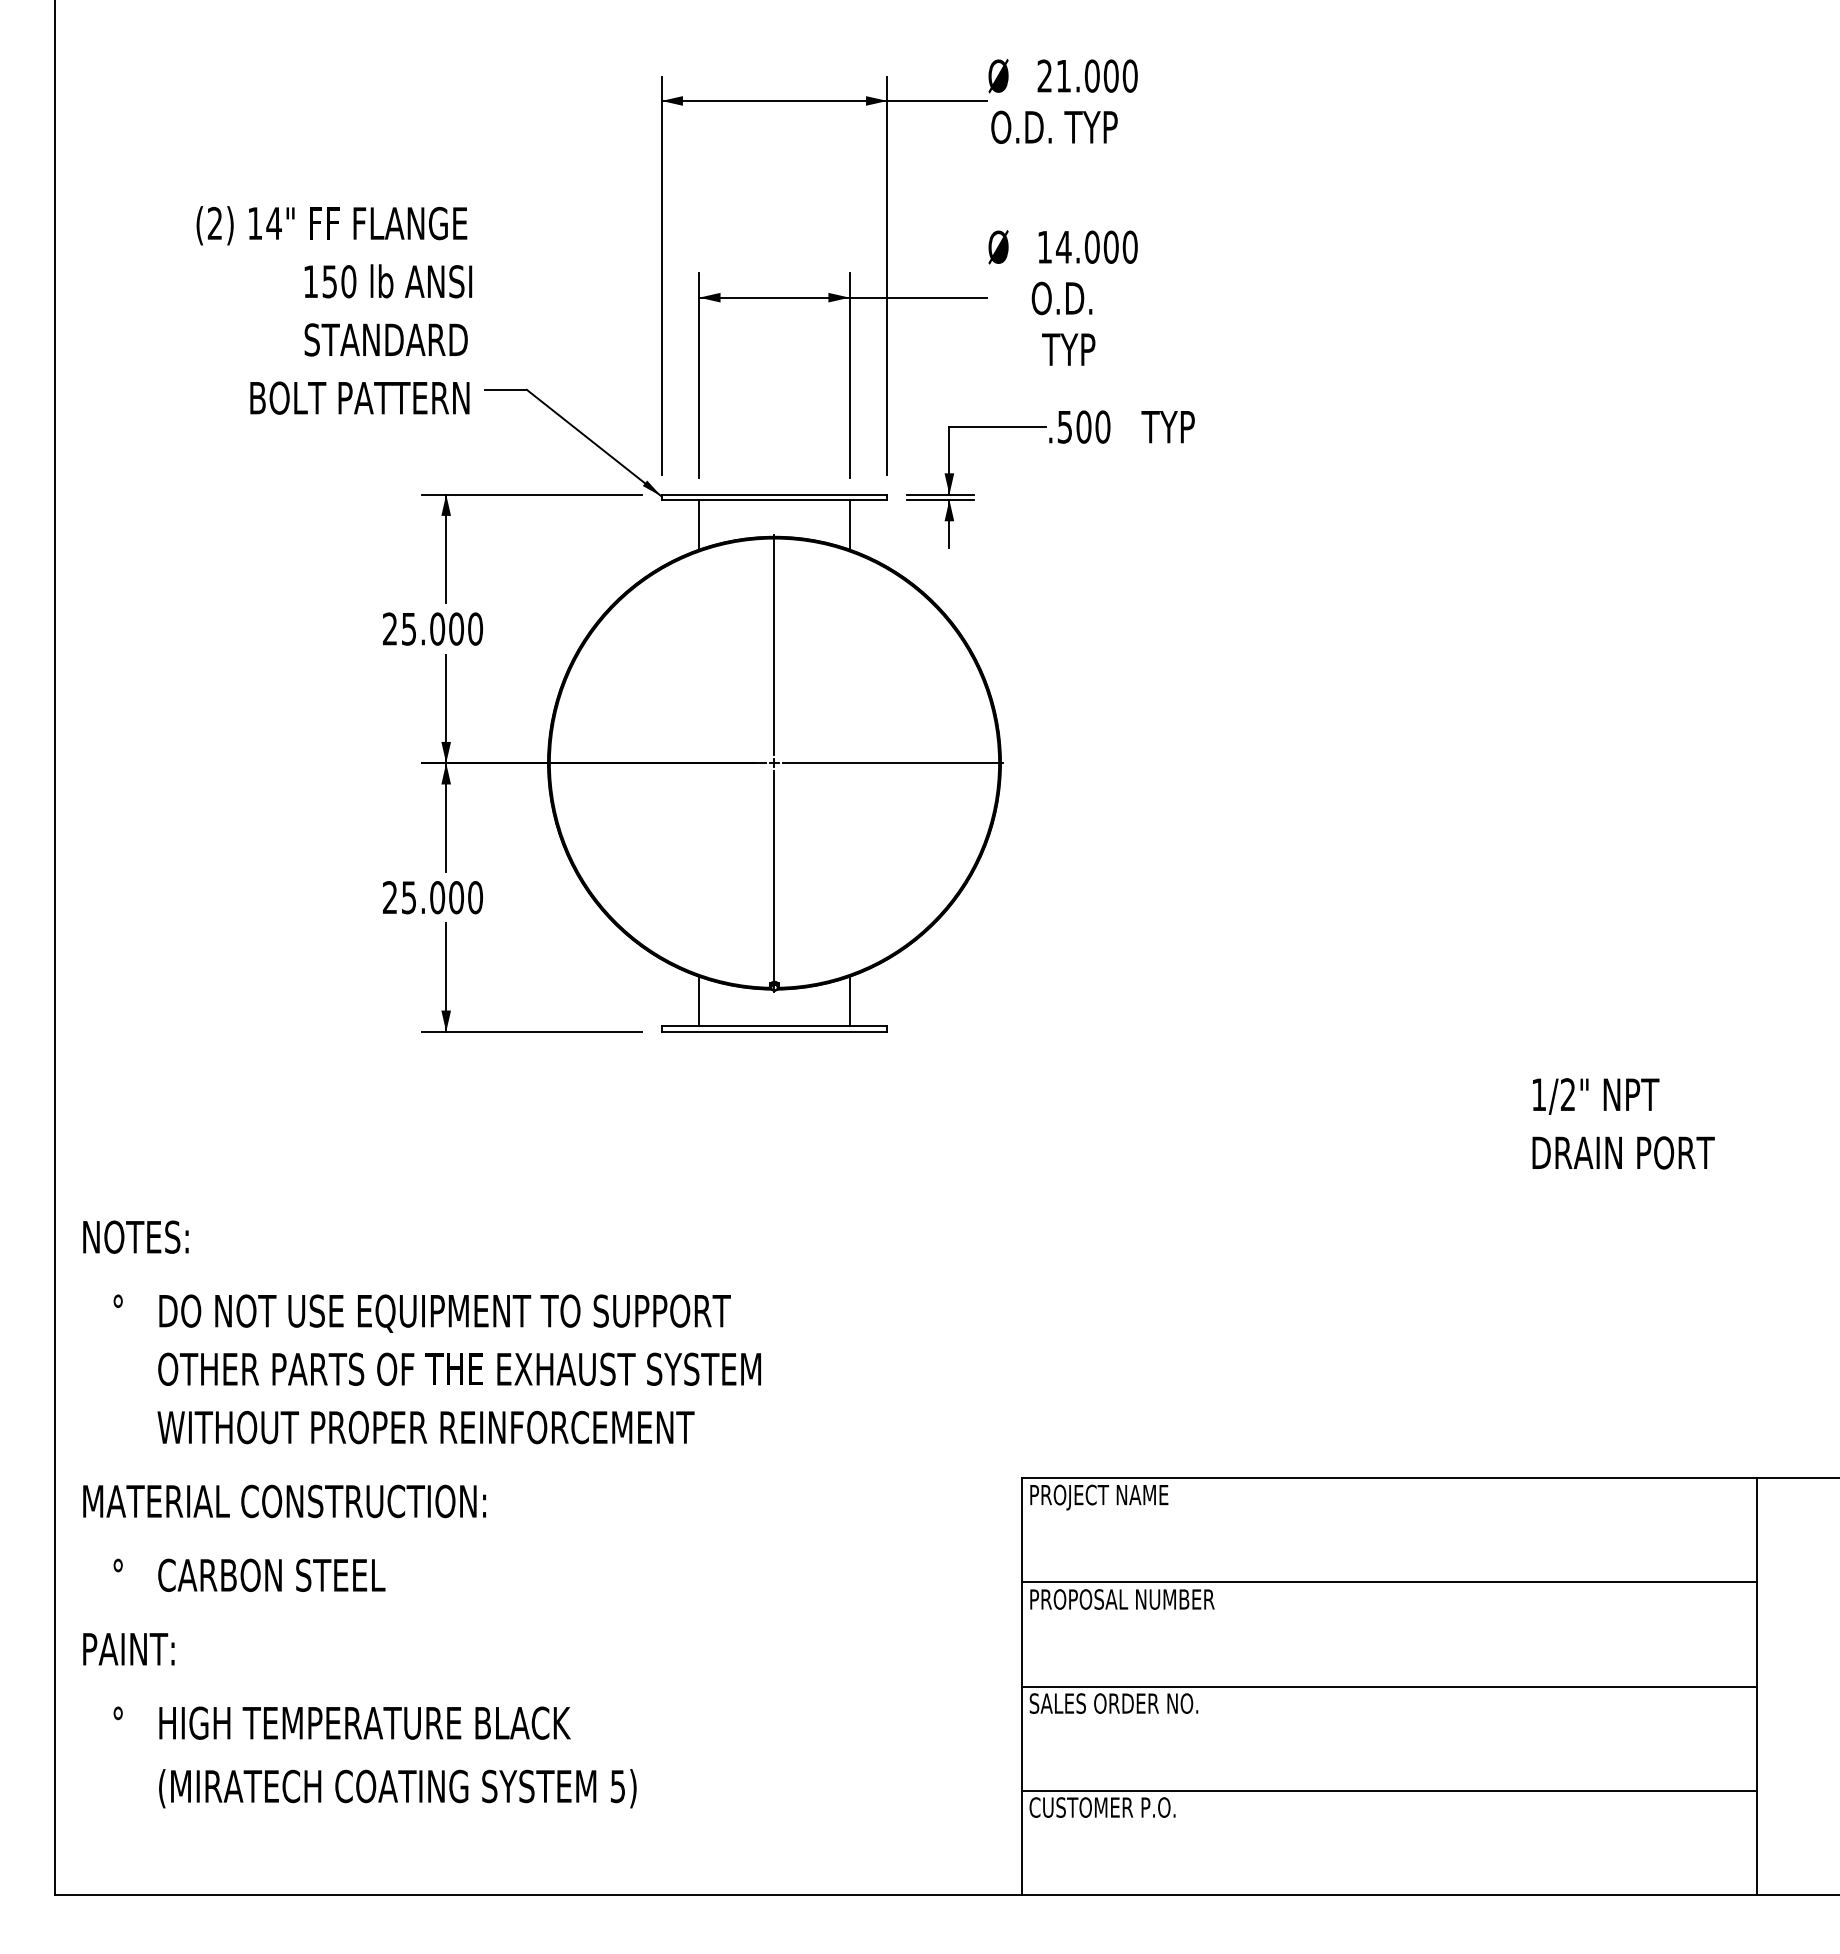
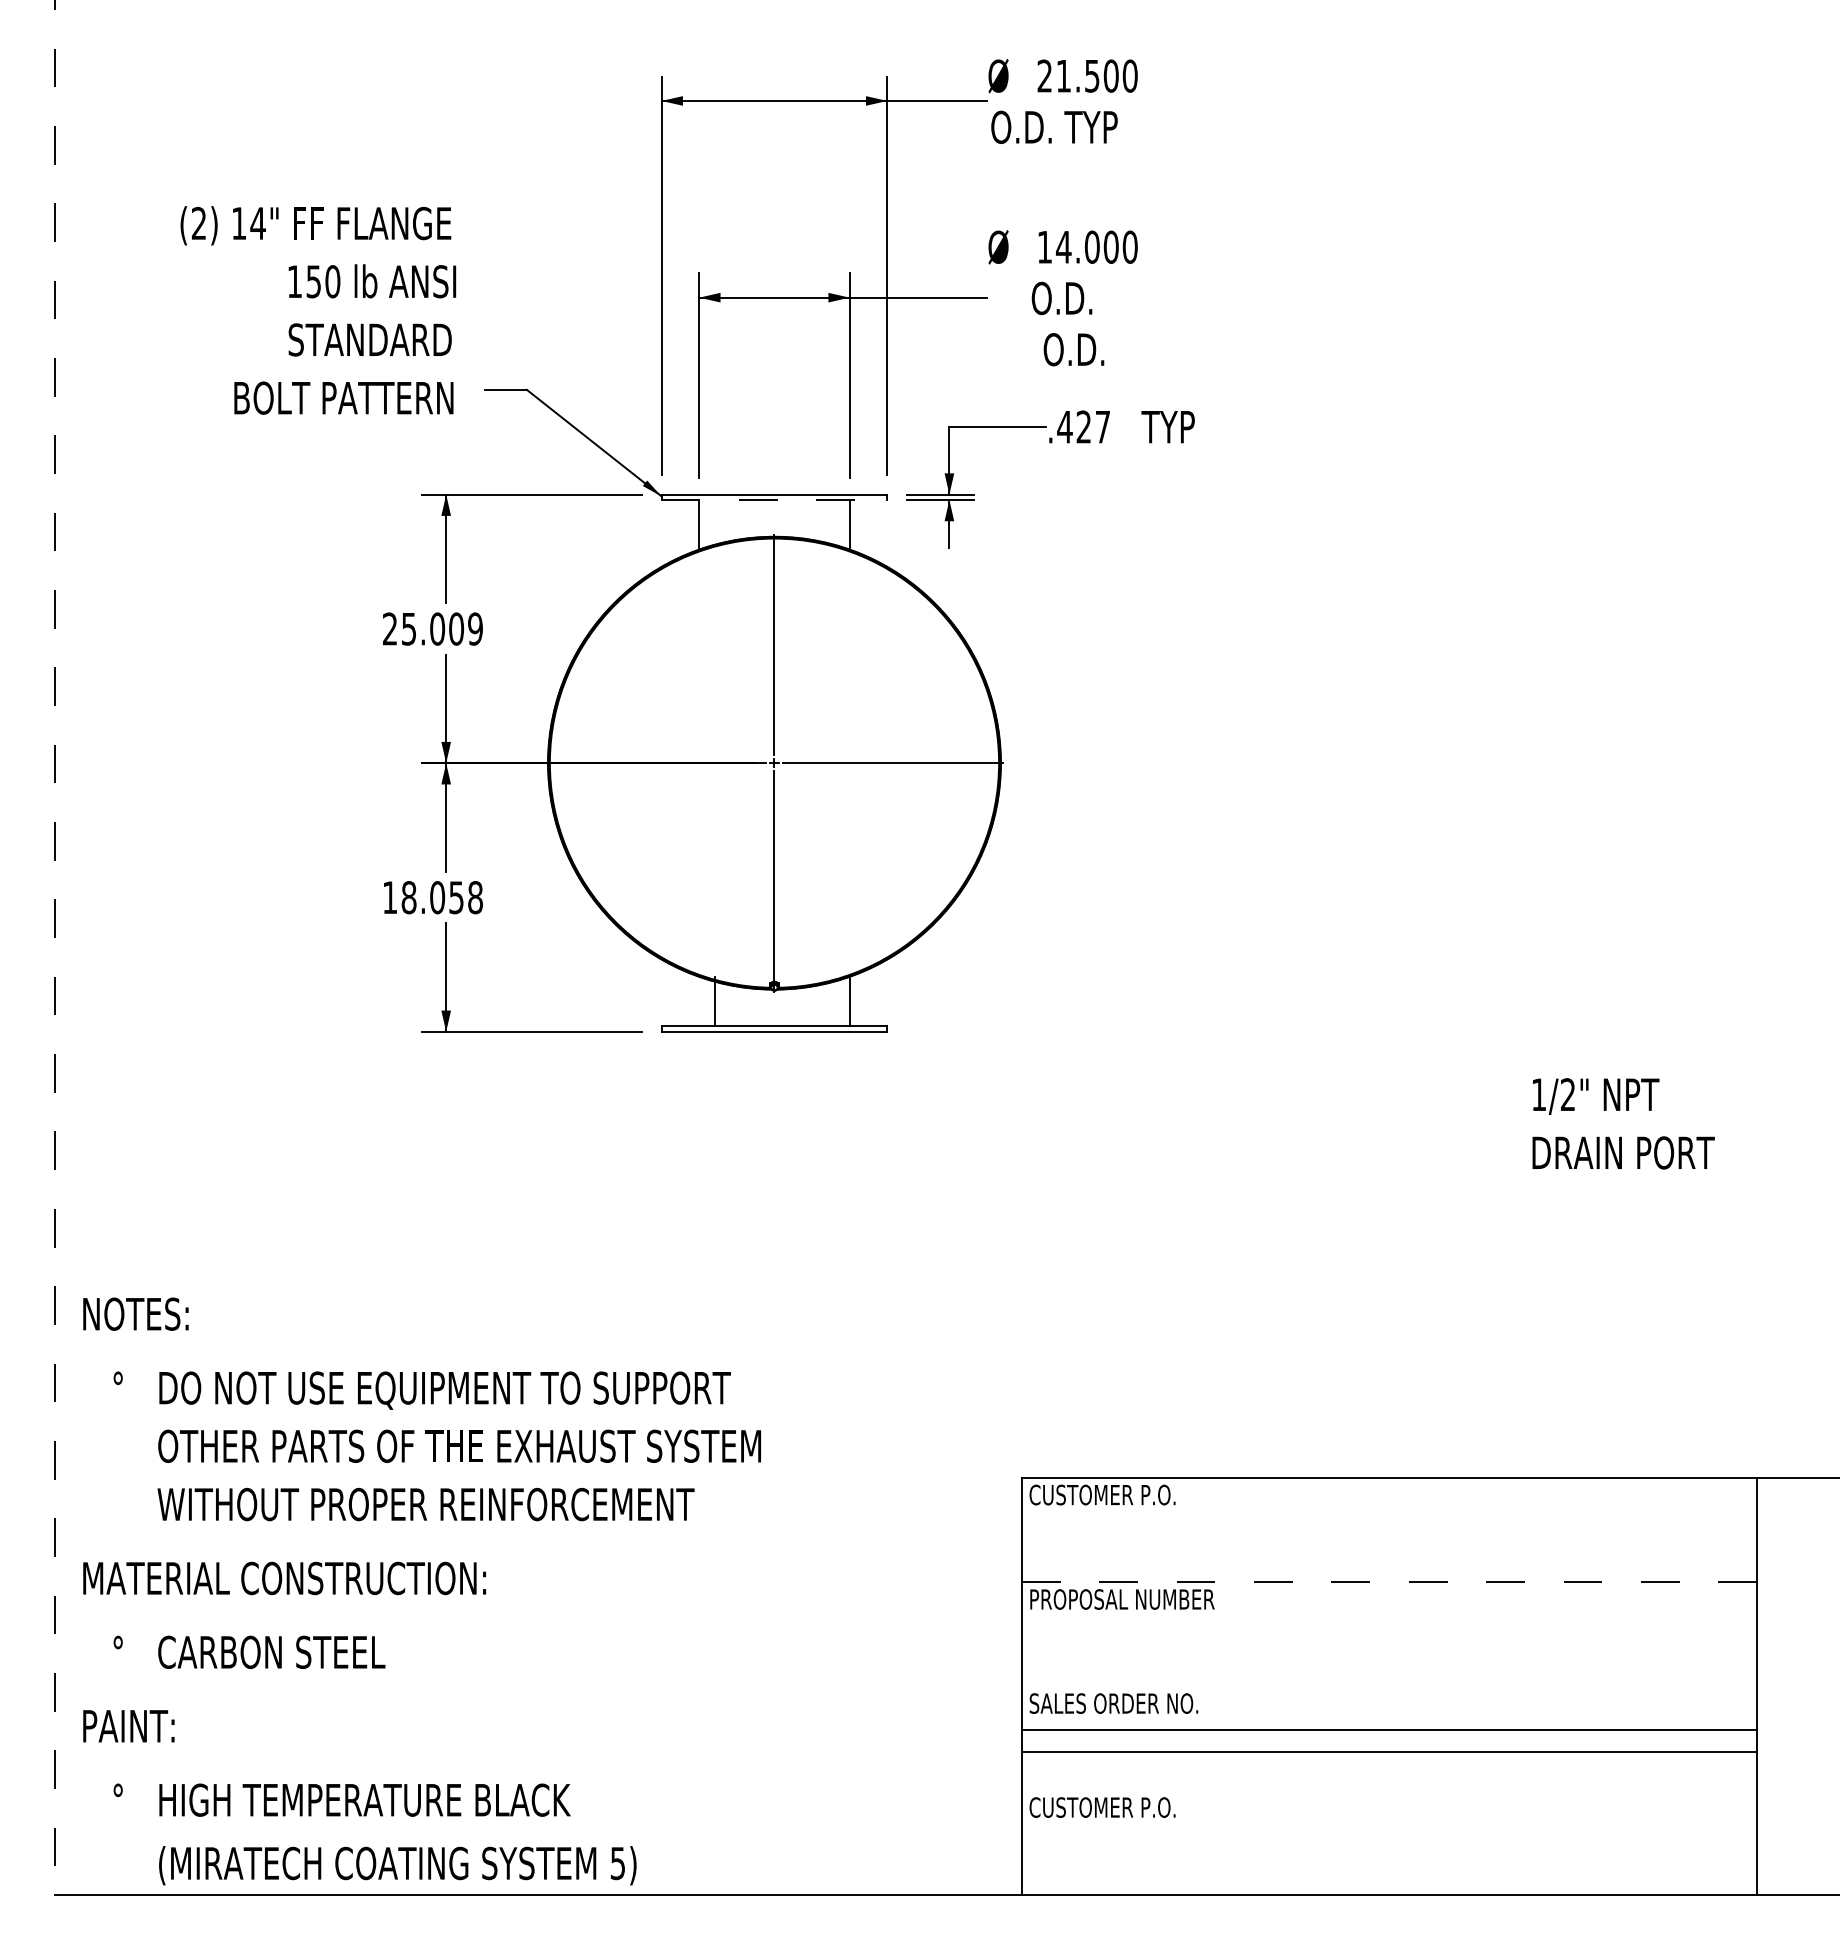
text at (1091, 75): 21.000 -> 21.500
text at (334, 310) position: (334, 310) -> (318, 310)
text at (1073, 349): TYP -> O.D.
text at (1083, 426): .500 -> .427
line at (774, 499): solid -> dashed
text at (475, 628): 25.000 -> 25.009
text at (432, 897): 25.000 -> 18.058
line at (55, 948): solid -> dashed
line at (699, 1001) position: (699, 1001) -> (715, 1001)
text at (1102, 1497): PROJECT NAME -> CUSTOMER P.O.
text at (421, 1514) position: (421, 1514) -> (421, 1591)
line at (1388, 1582): solid -> dashed
line at (1389, 1686) position: (1389, 1686) -> (1389, 1729)
line at (1389, 1790) position: (1389, 1790) -> (1389, 1751)
